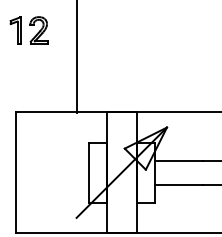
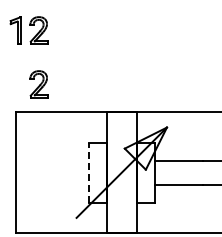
line at (76, 57): present -> none
part at (38, 84): none -> present
line at (88, 172): solid -> dashed
